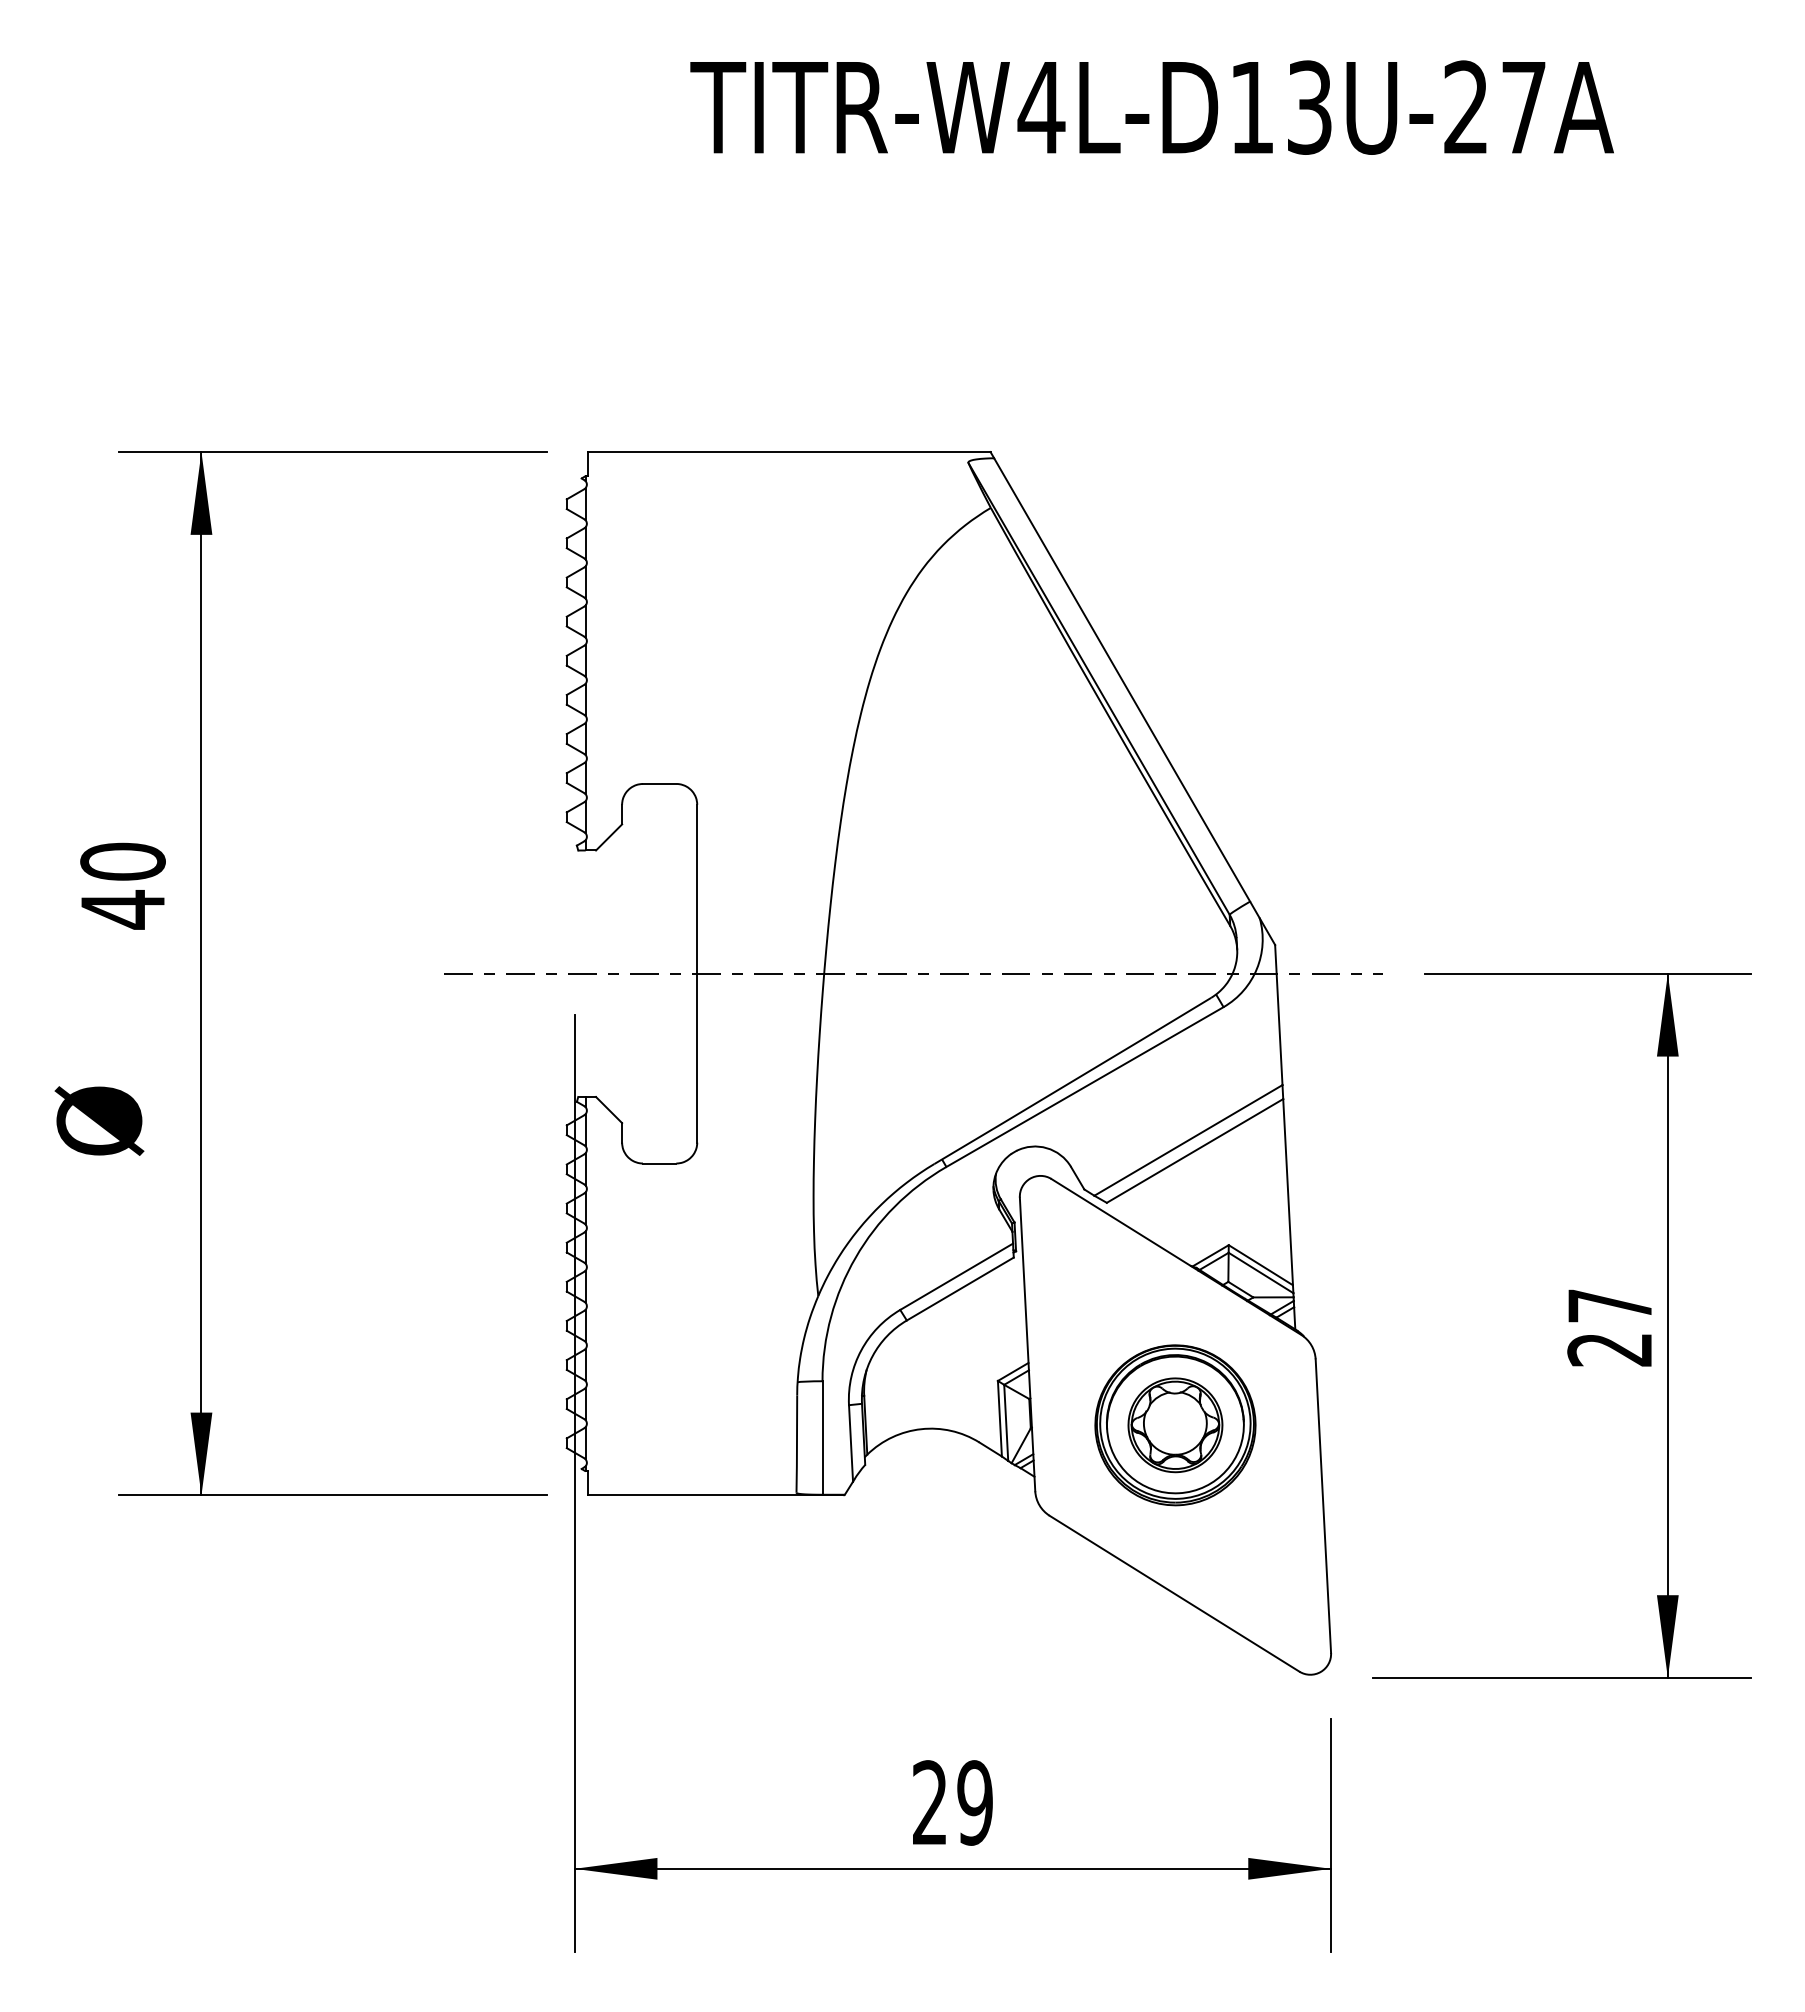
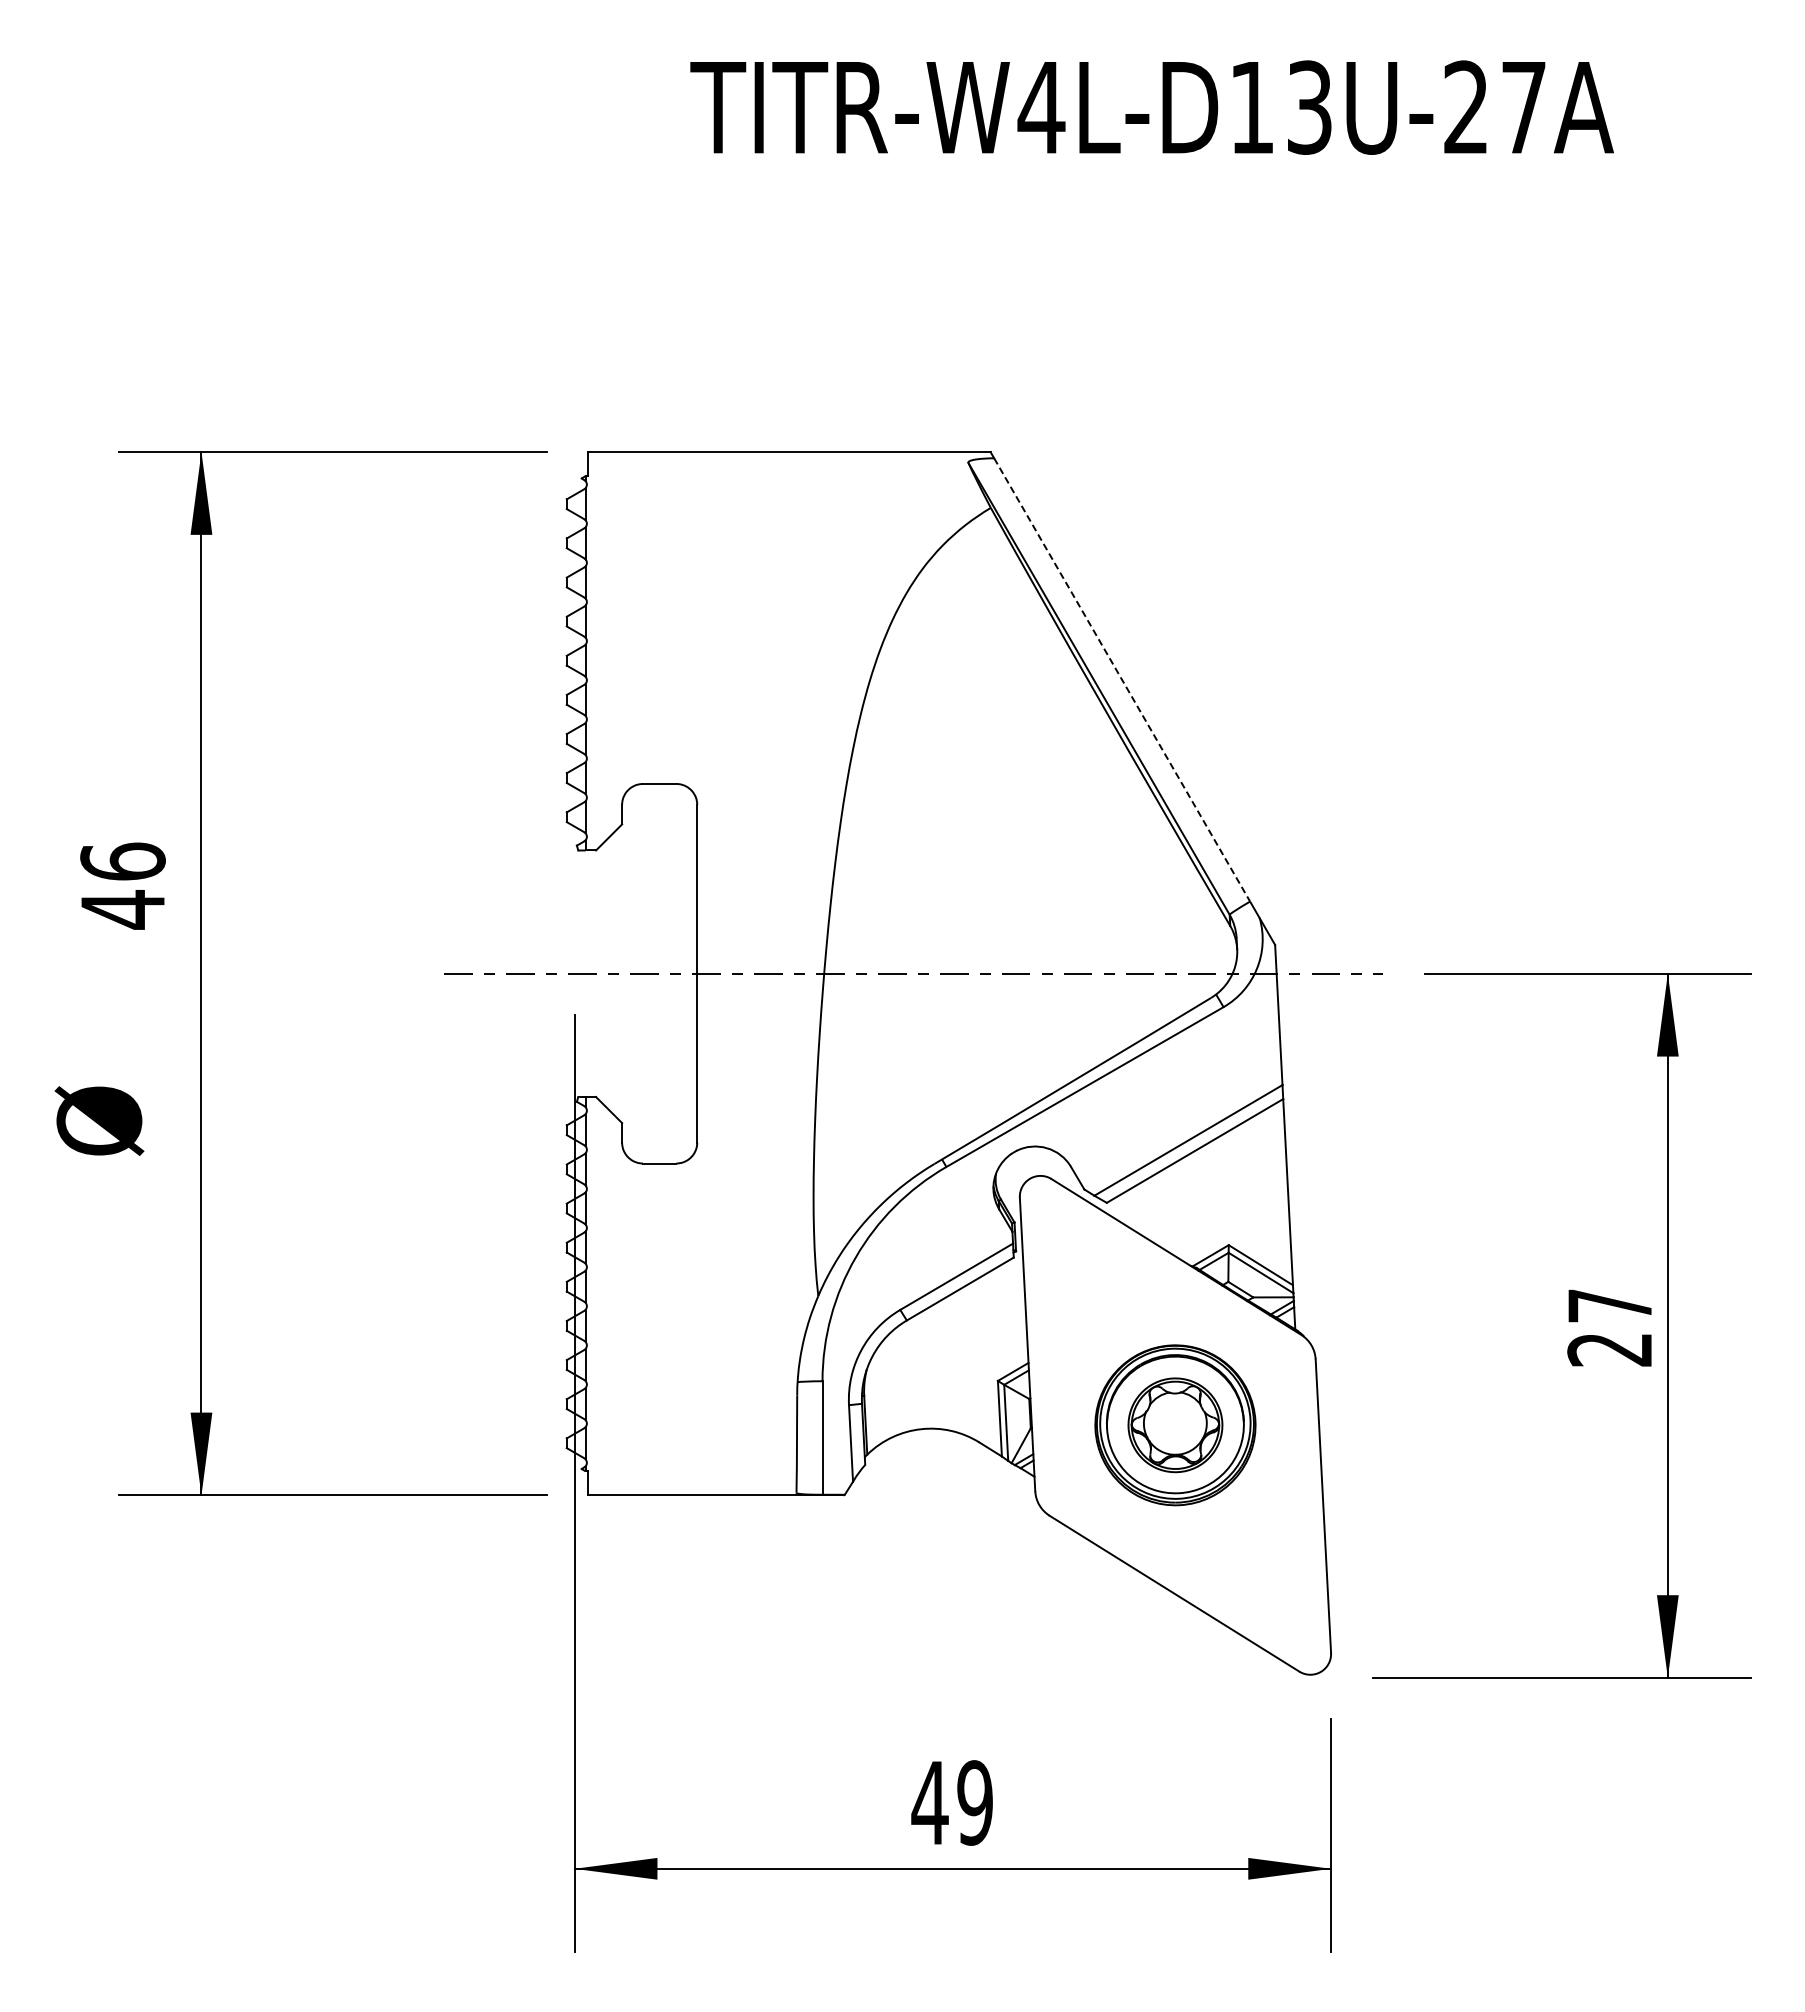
line at (1122, 679): solid -> dashed
text at (122, 861): 40 -> 46
text at (929, 1802): 29 -> 49
